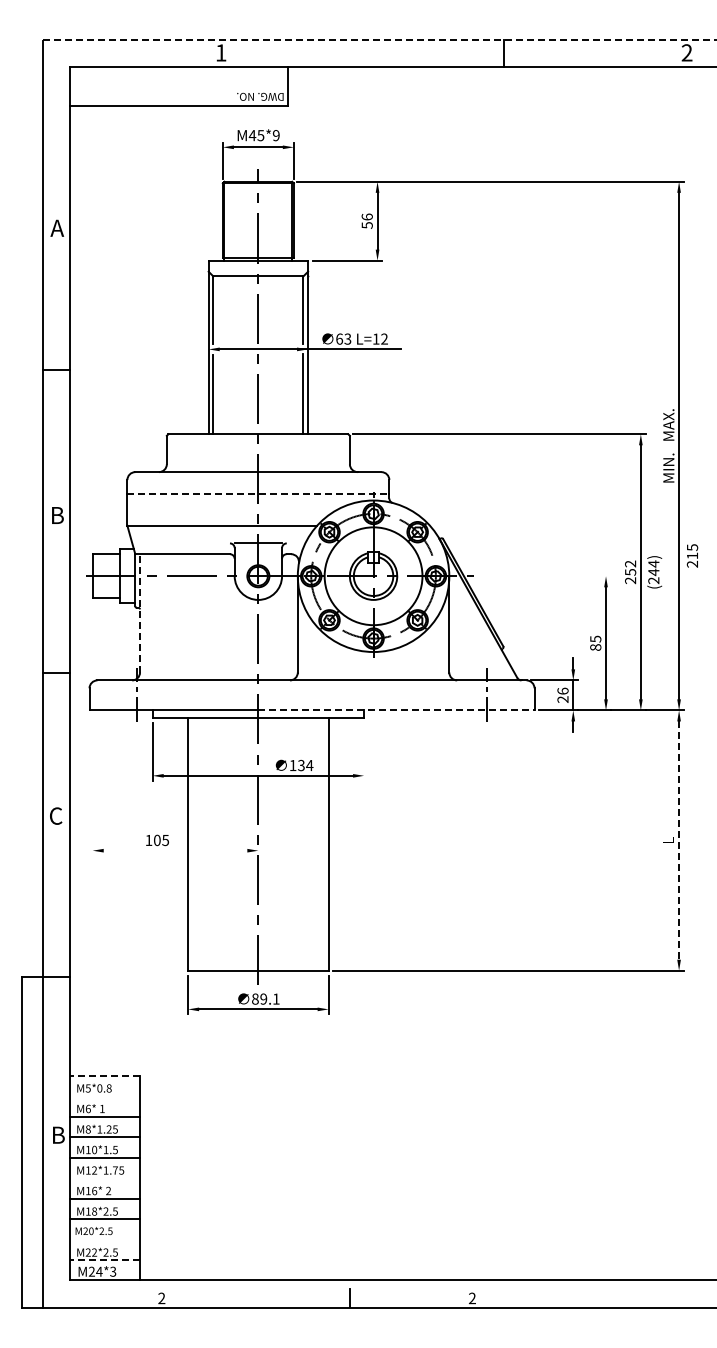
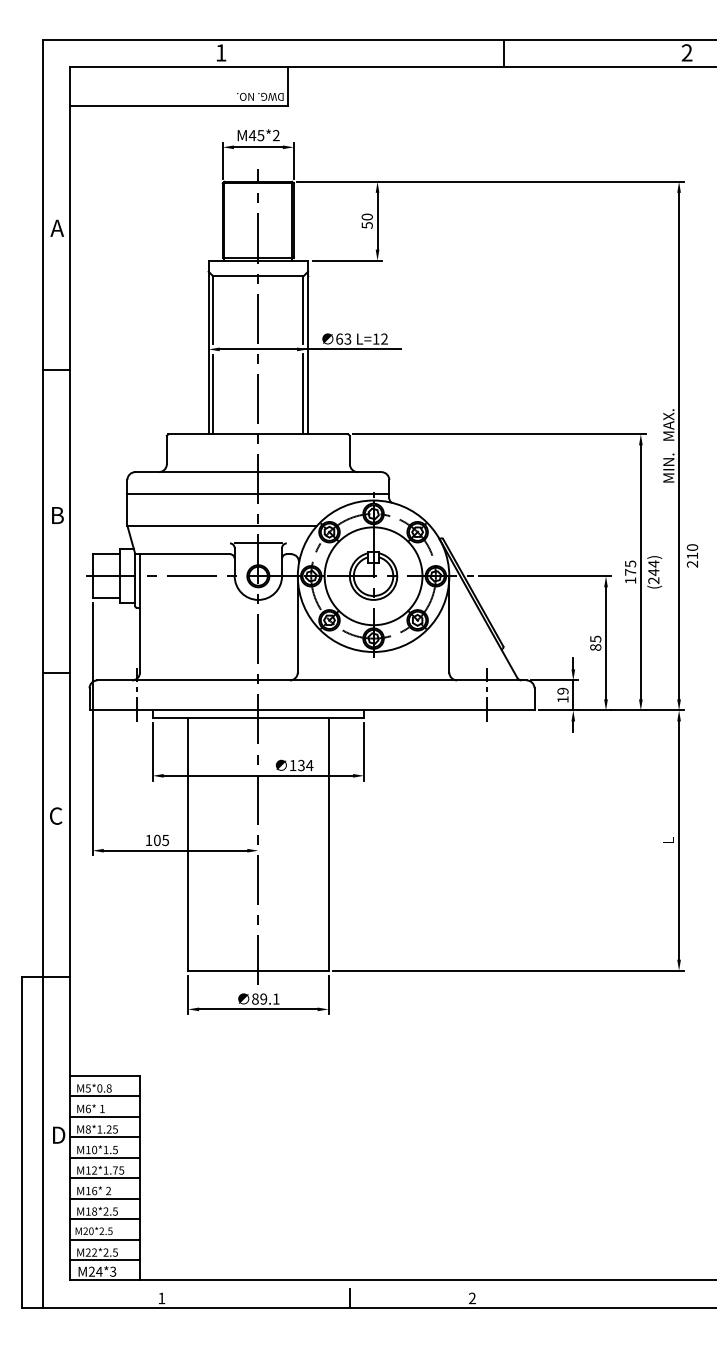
line at (379, 40): dashed -> solid
text at (275, 135): M45*9 -> M45*2
text at (366, 216): 56 -> 50
line at (258, 494): dashed -> solid
text at (692, 547): 215 -> 210
text at (630, 572): 252 -> 175
line at (544, 576): none -> present
line at (140, 612): dashed -> solid
text at (562, 694): 26 -> 19
line at (396, 710): dashed -> solid
line at (92, 729): none -> present
line at (364, 751): none -> present
line at (679, 841): dashed -> solid
line at (175, 850): none -> present
line at (105, 1075): dashed -> solid
line at (104, 1096): none -> present
text at (60, 1134): B -> D
line at (104, 1178): none -> present
line at (104, 1239): none -> present
line at (105, 1260): dashed -> solid
text at (161, 1298): 2 -> 1
